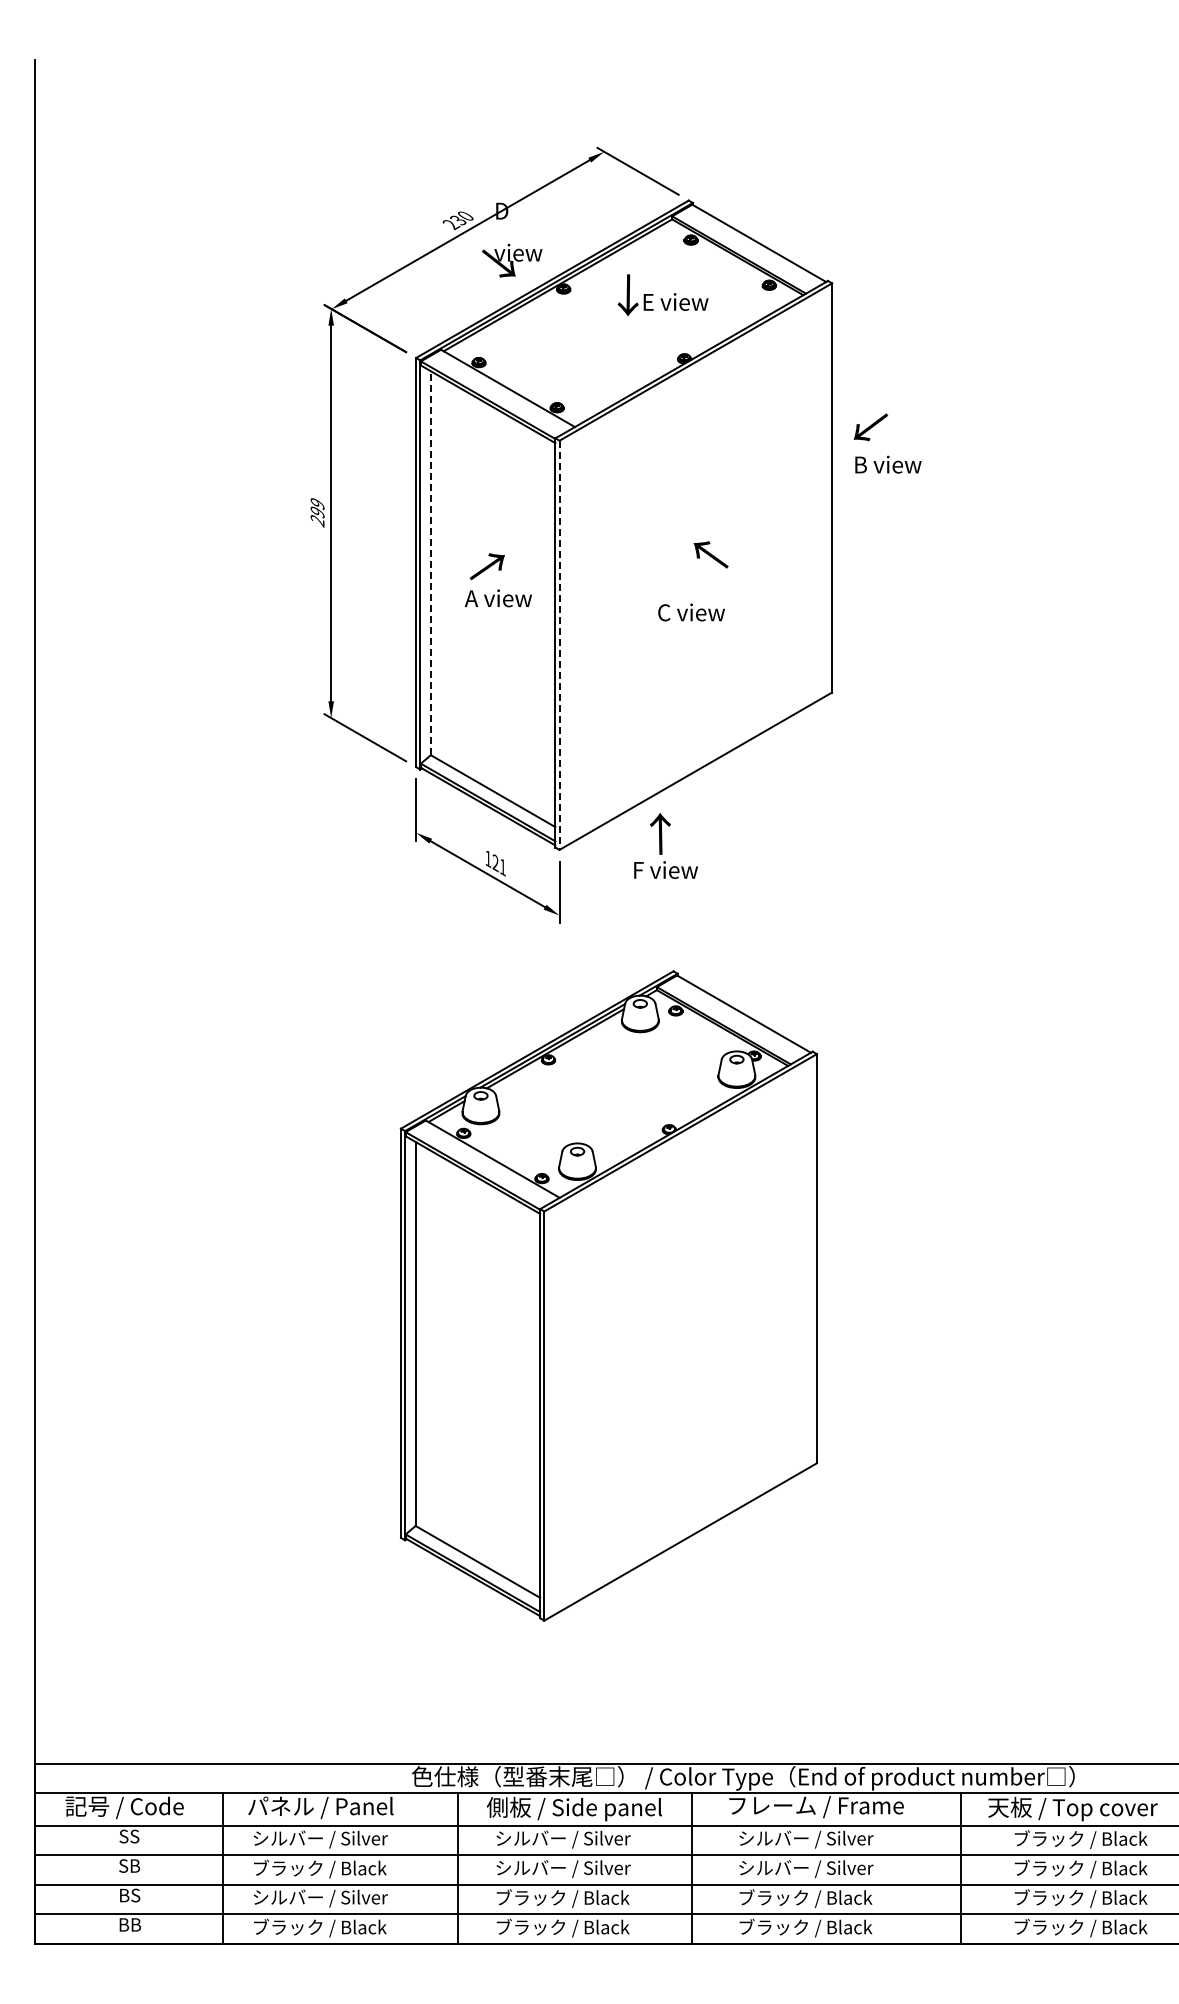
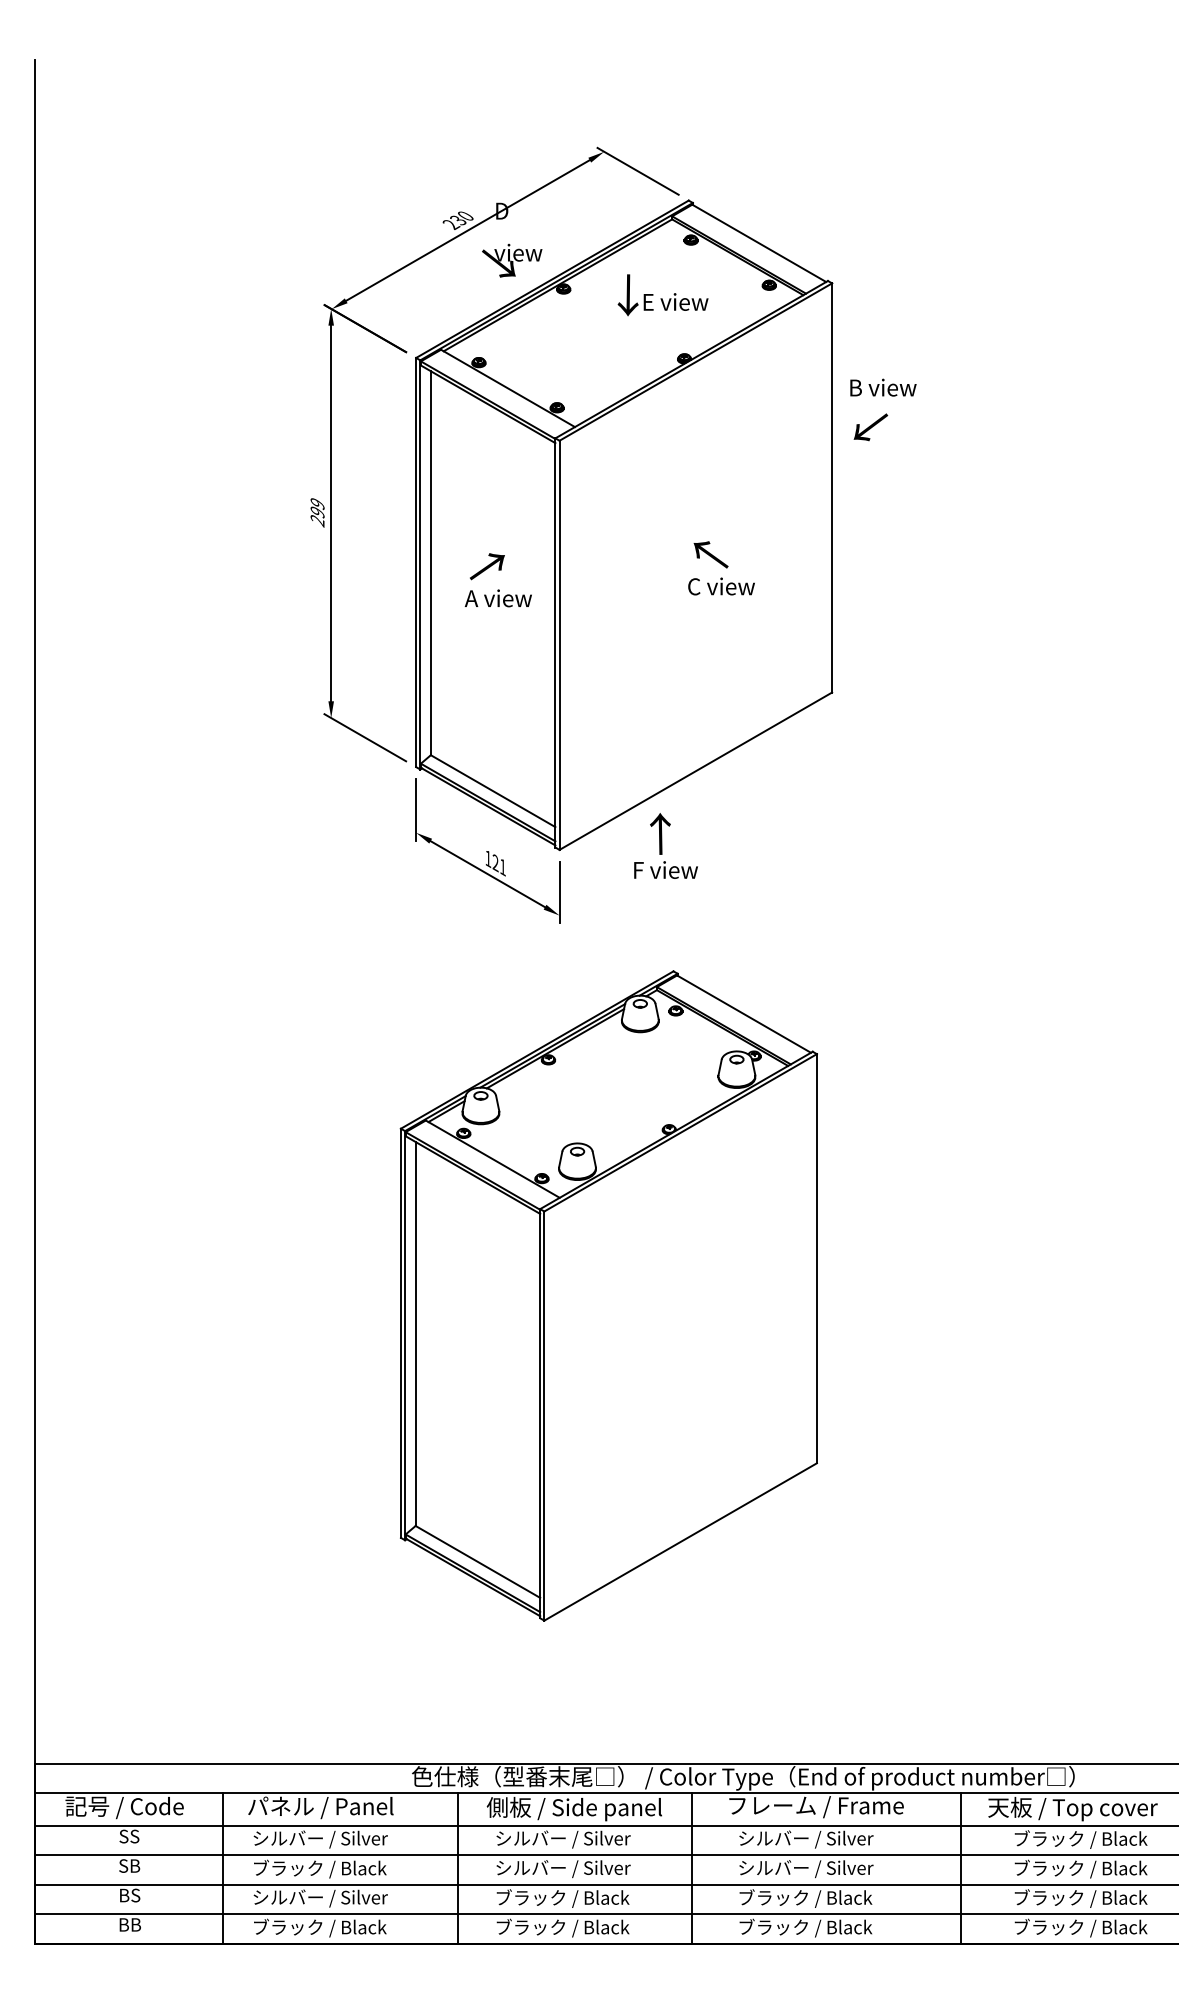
text at (888, 464) position: (888, 464) -> (883, 387)
line at (430, 563): dashed -> solid
text at (691, 612) position: (691, 612) -> (721, 586)
line at (559, 645): dashed -> solid
